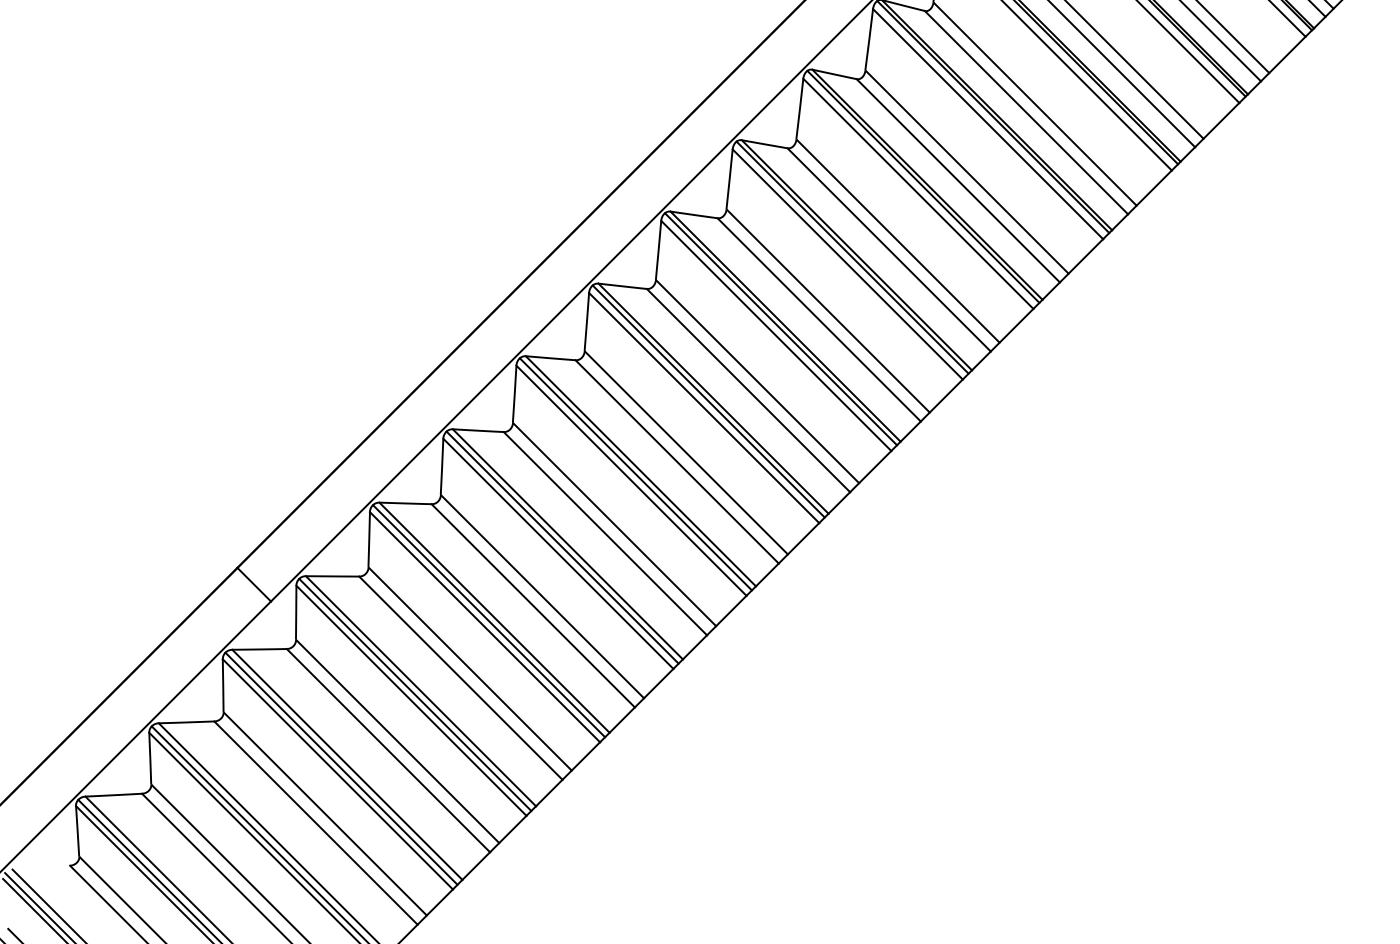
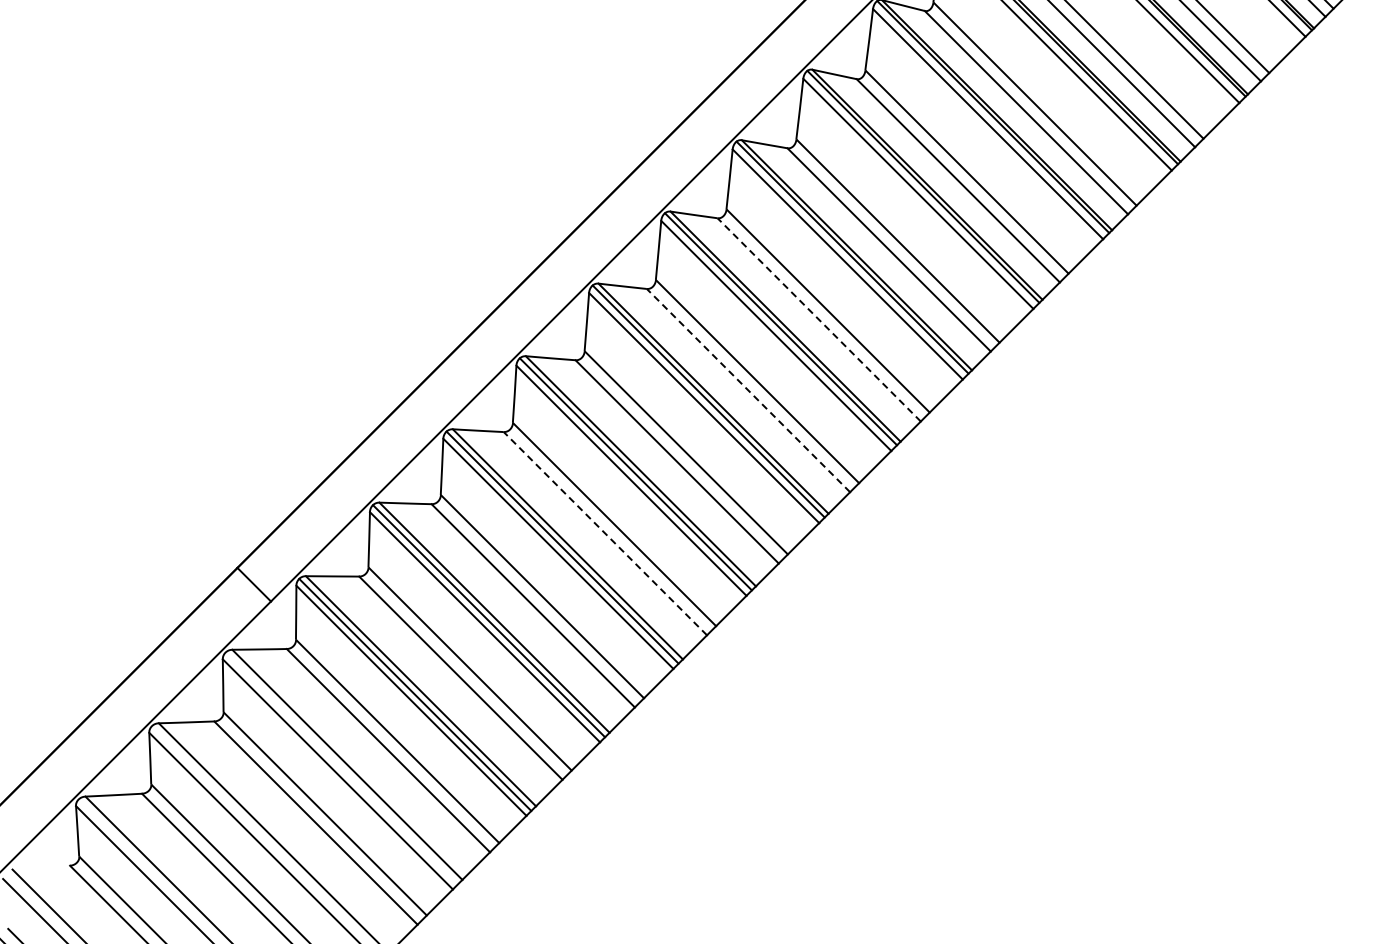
line at (819, 319): solid -> dashed
line at (748, 390): solid -> dashed
line at (605, 533): solid -> dashed
line at (341, 768): present -> none
line at (258, 833): present -> none
line at (148, 869): present -> none
line at (39, 906): present -> none
